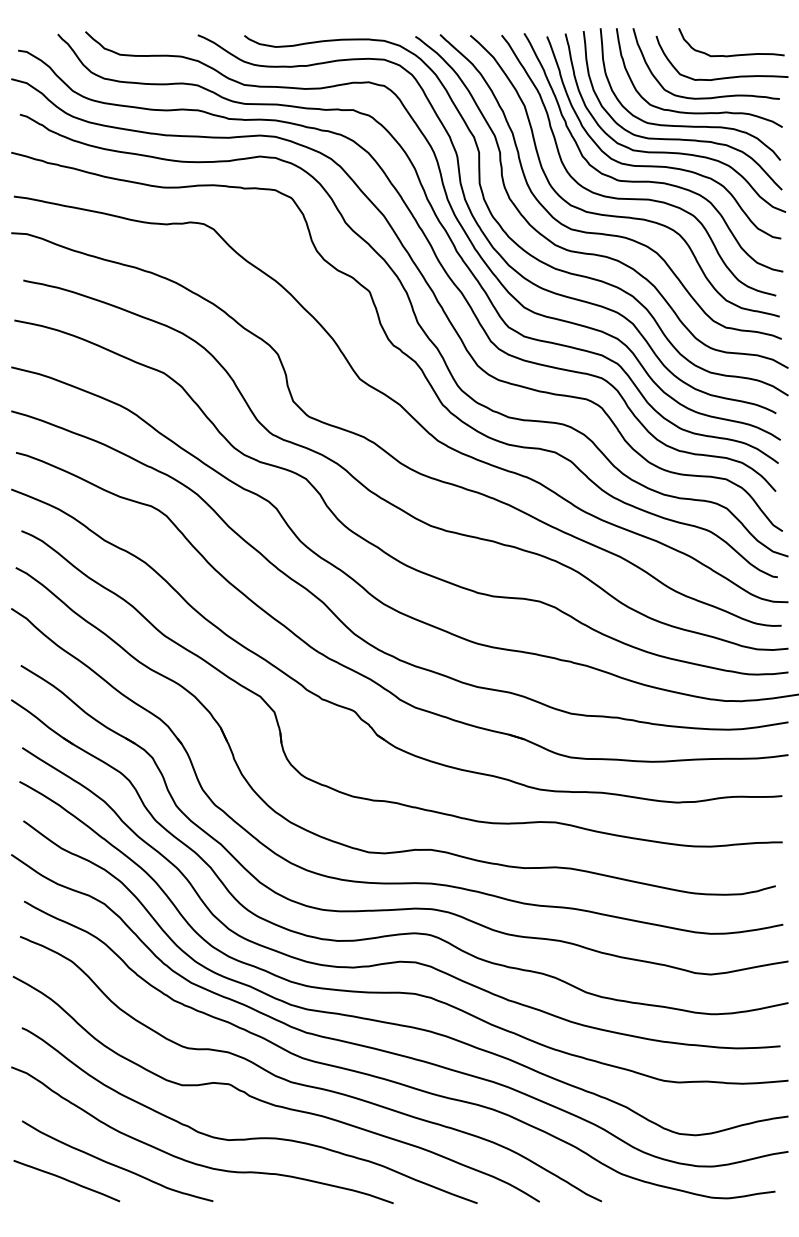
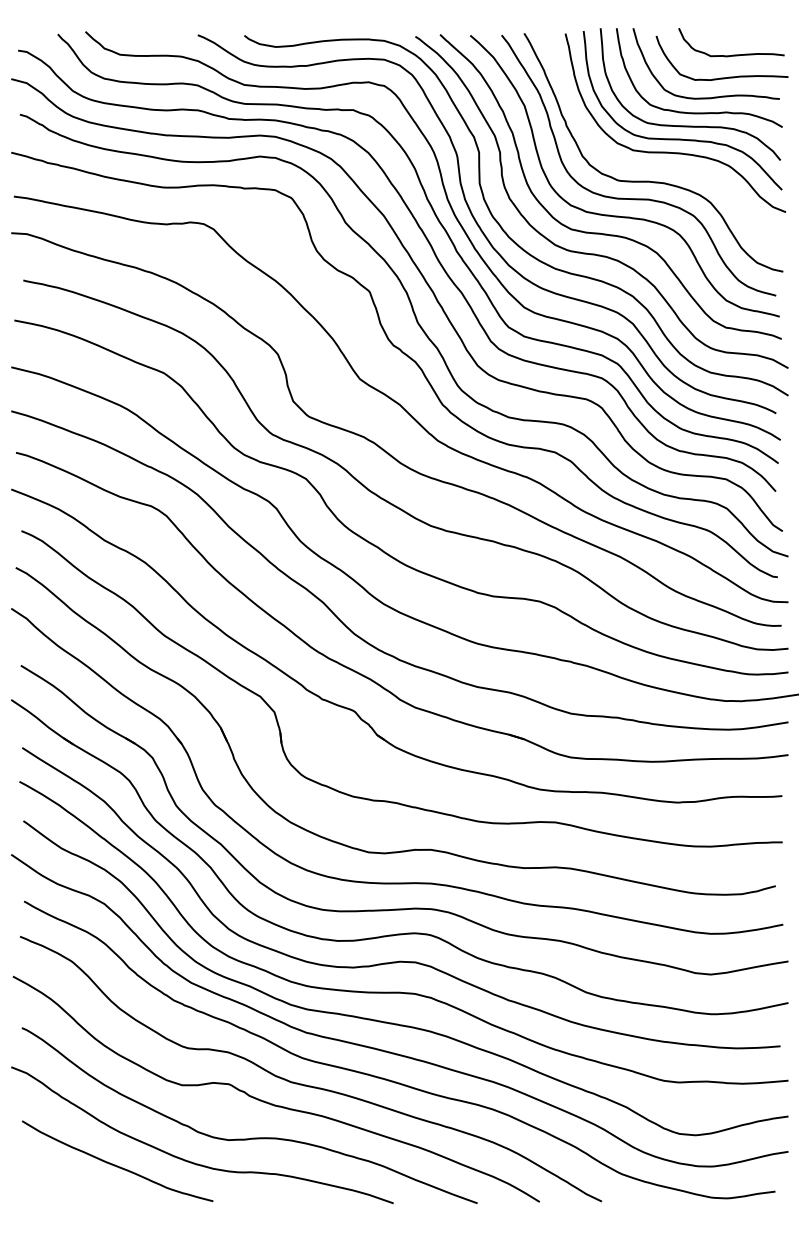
curve at (661, 165): present -> none
curve at (66, 1180): present -> none
